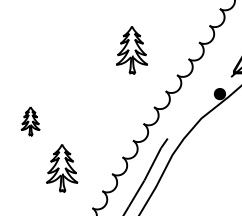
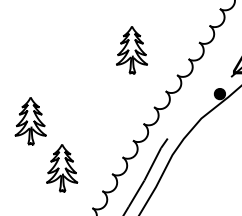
part at (30, 121) size: 21x31 px -> 33x49 px
